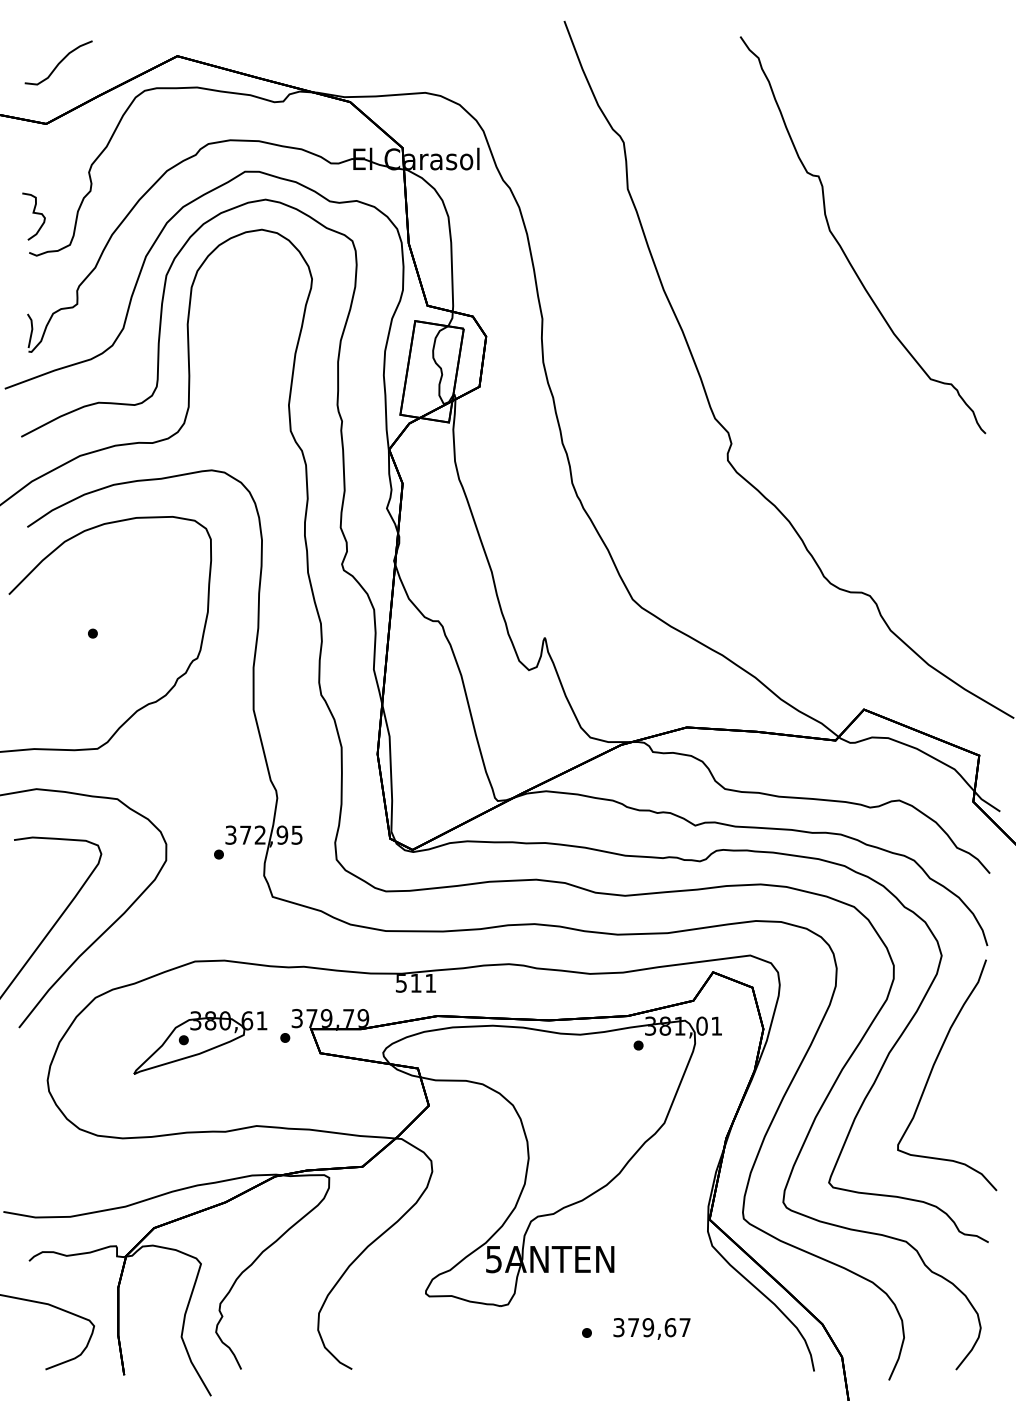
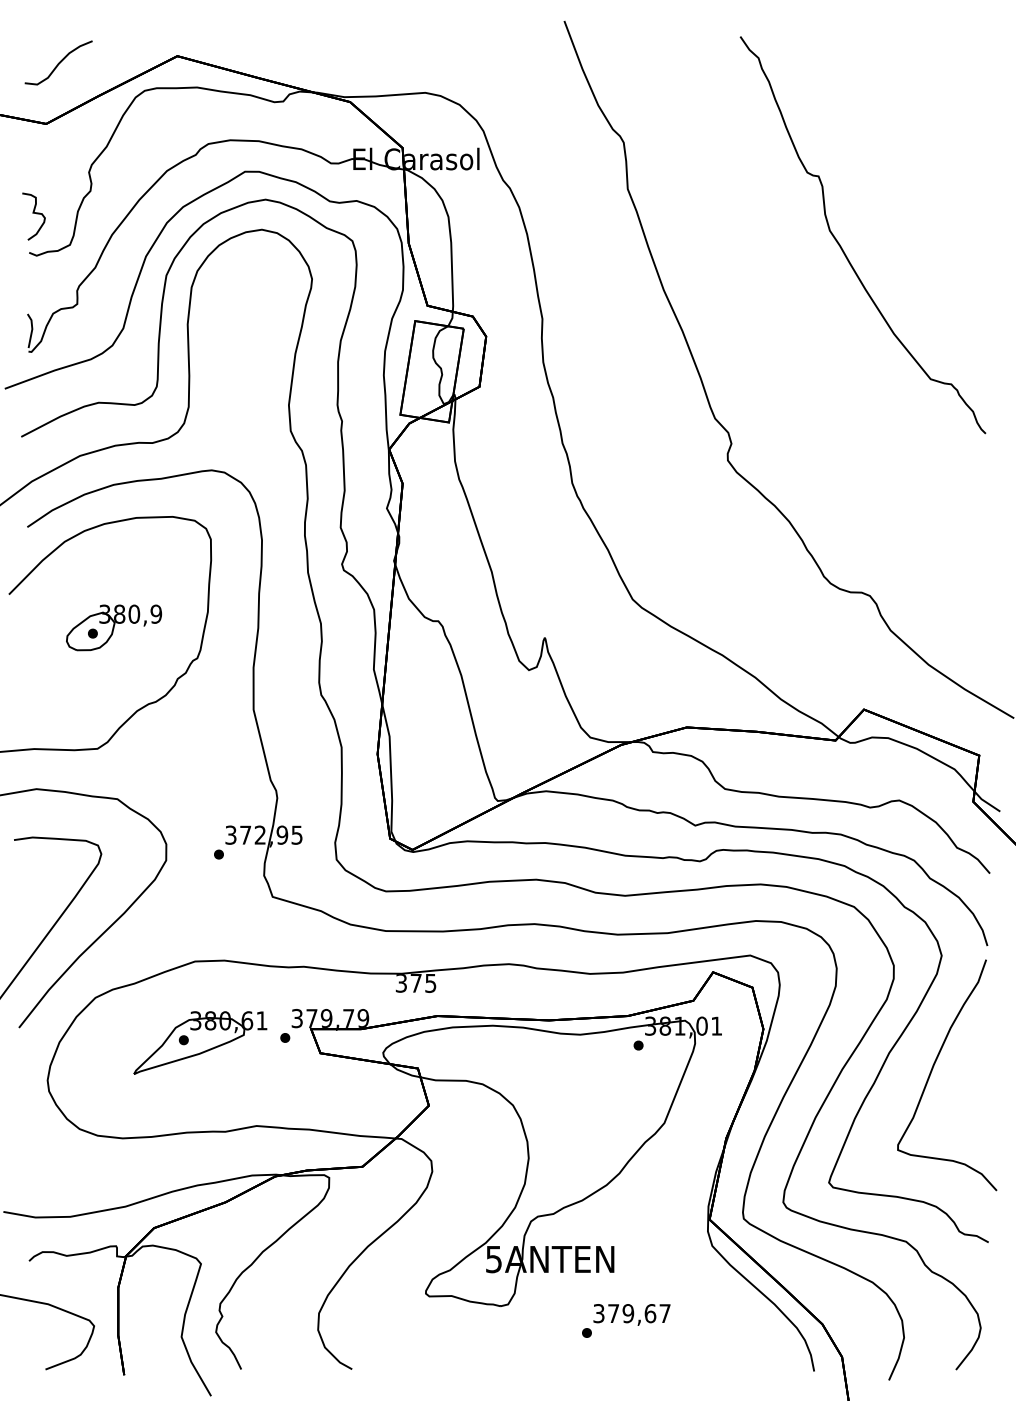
part at (114, 627): none -> present
text at (416, 983): 511 -> 375
text at (651, 1328) position: (651, 1328) -> (631, 1314)
